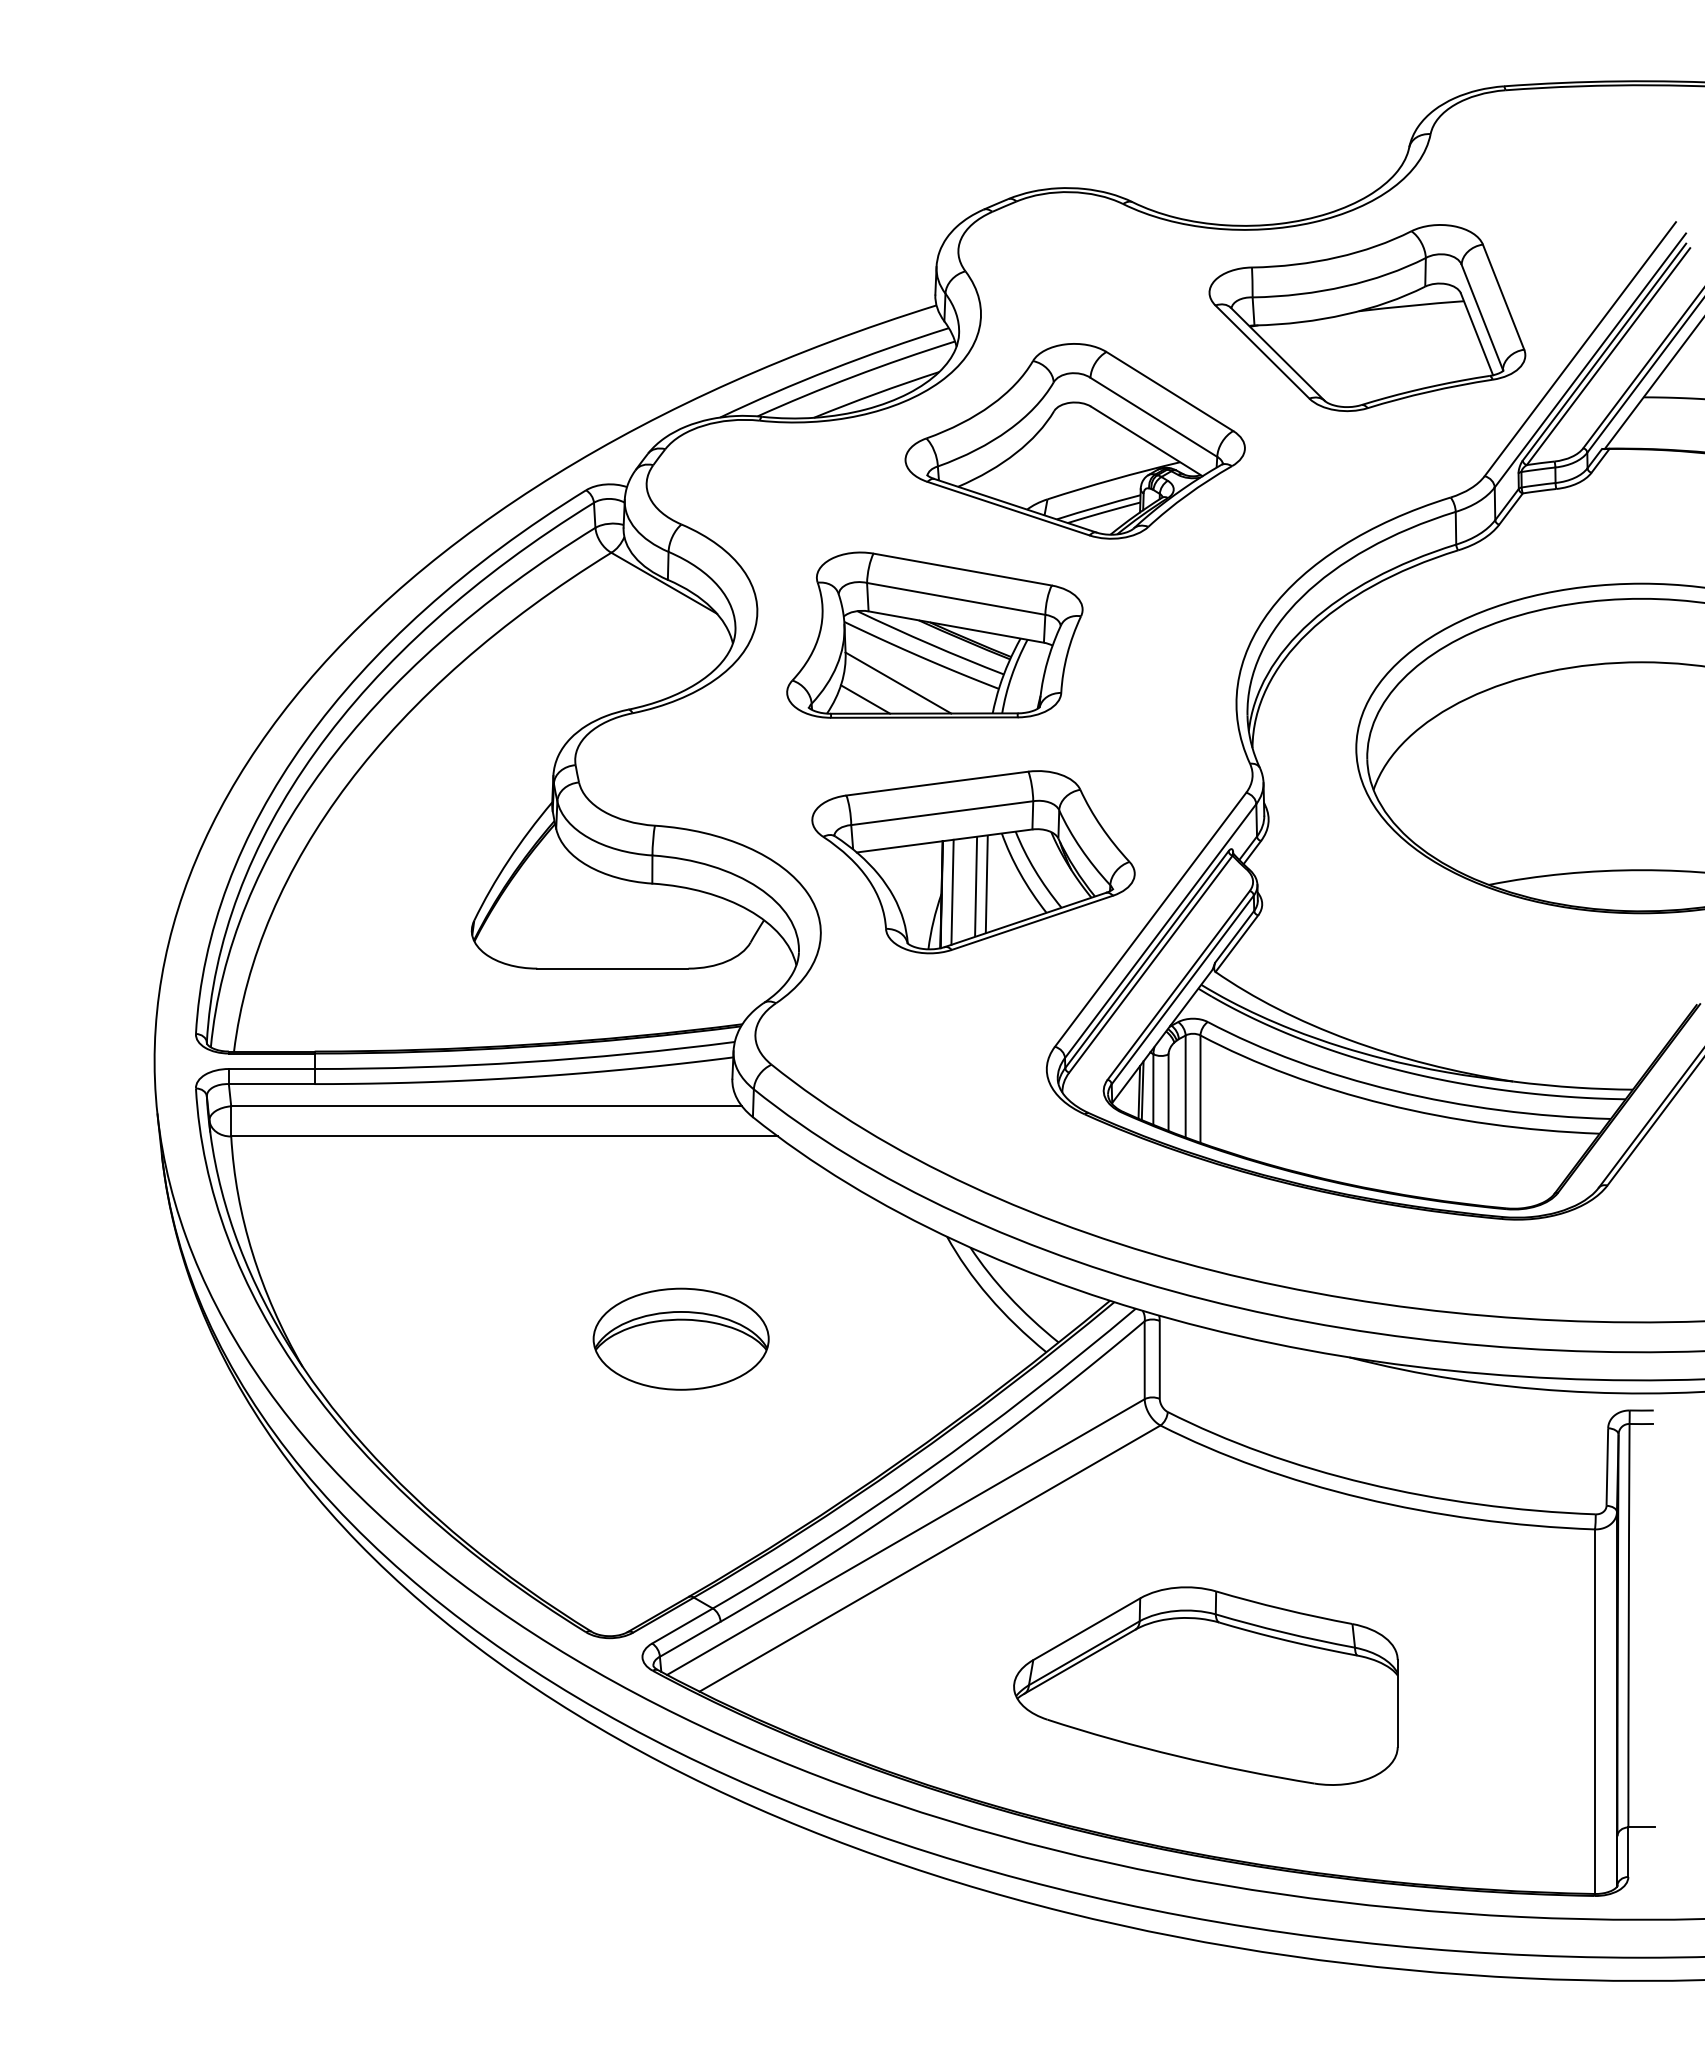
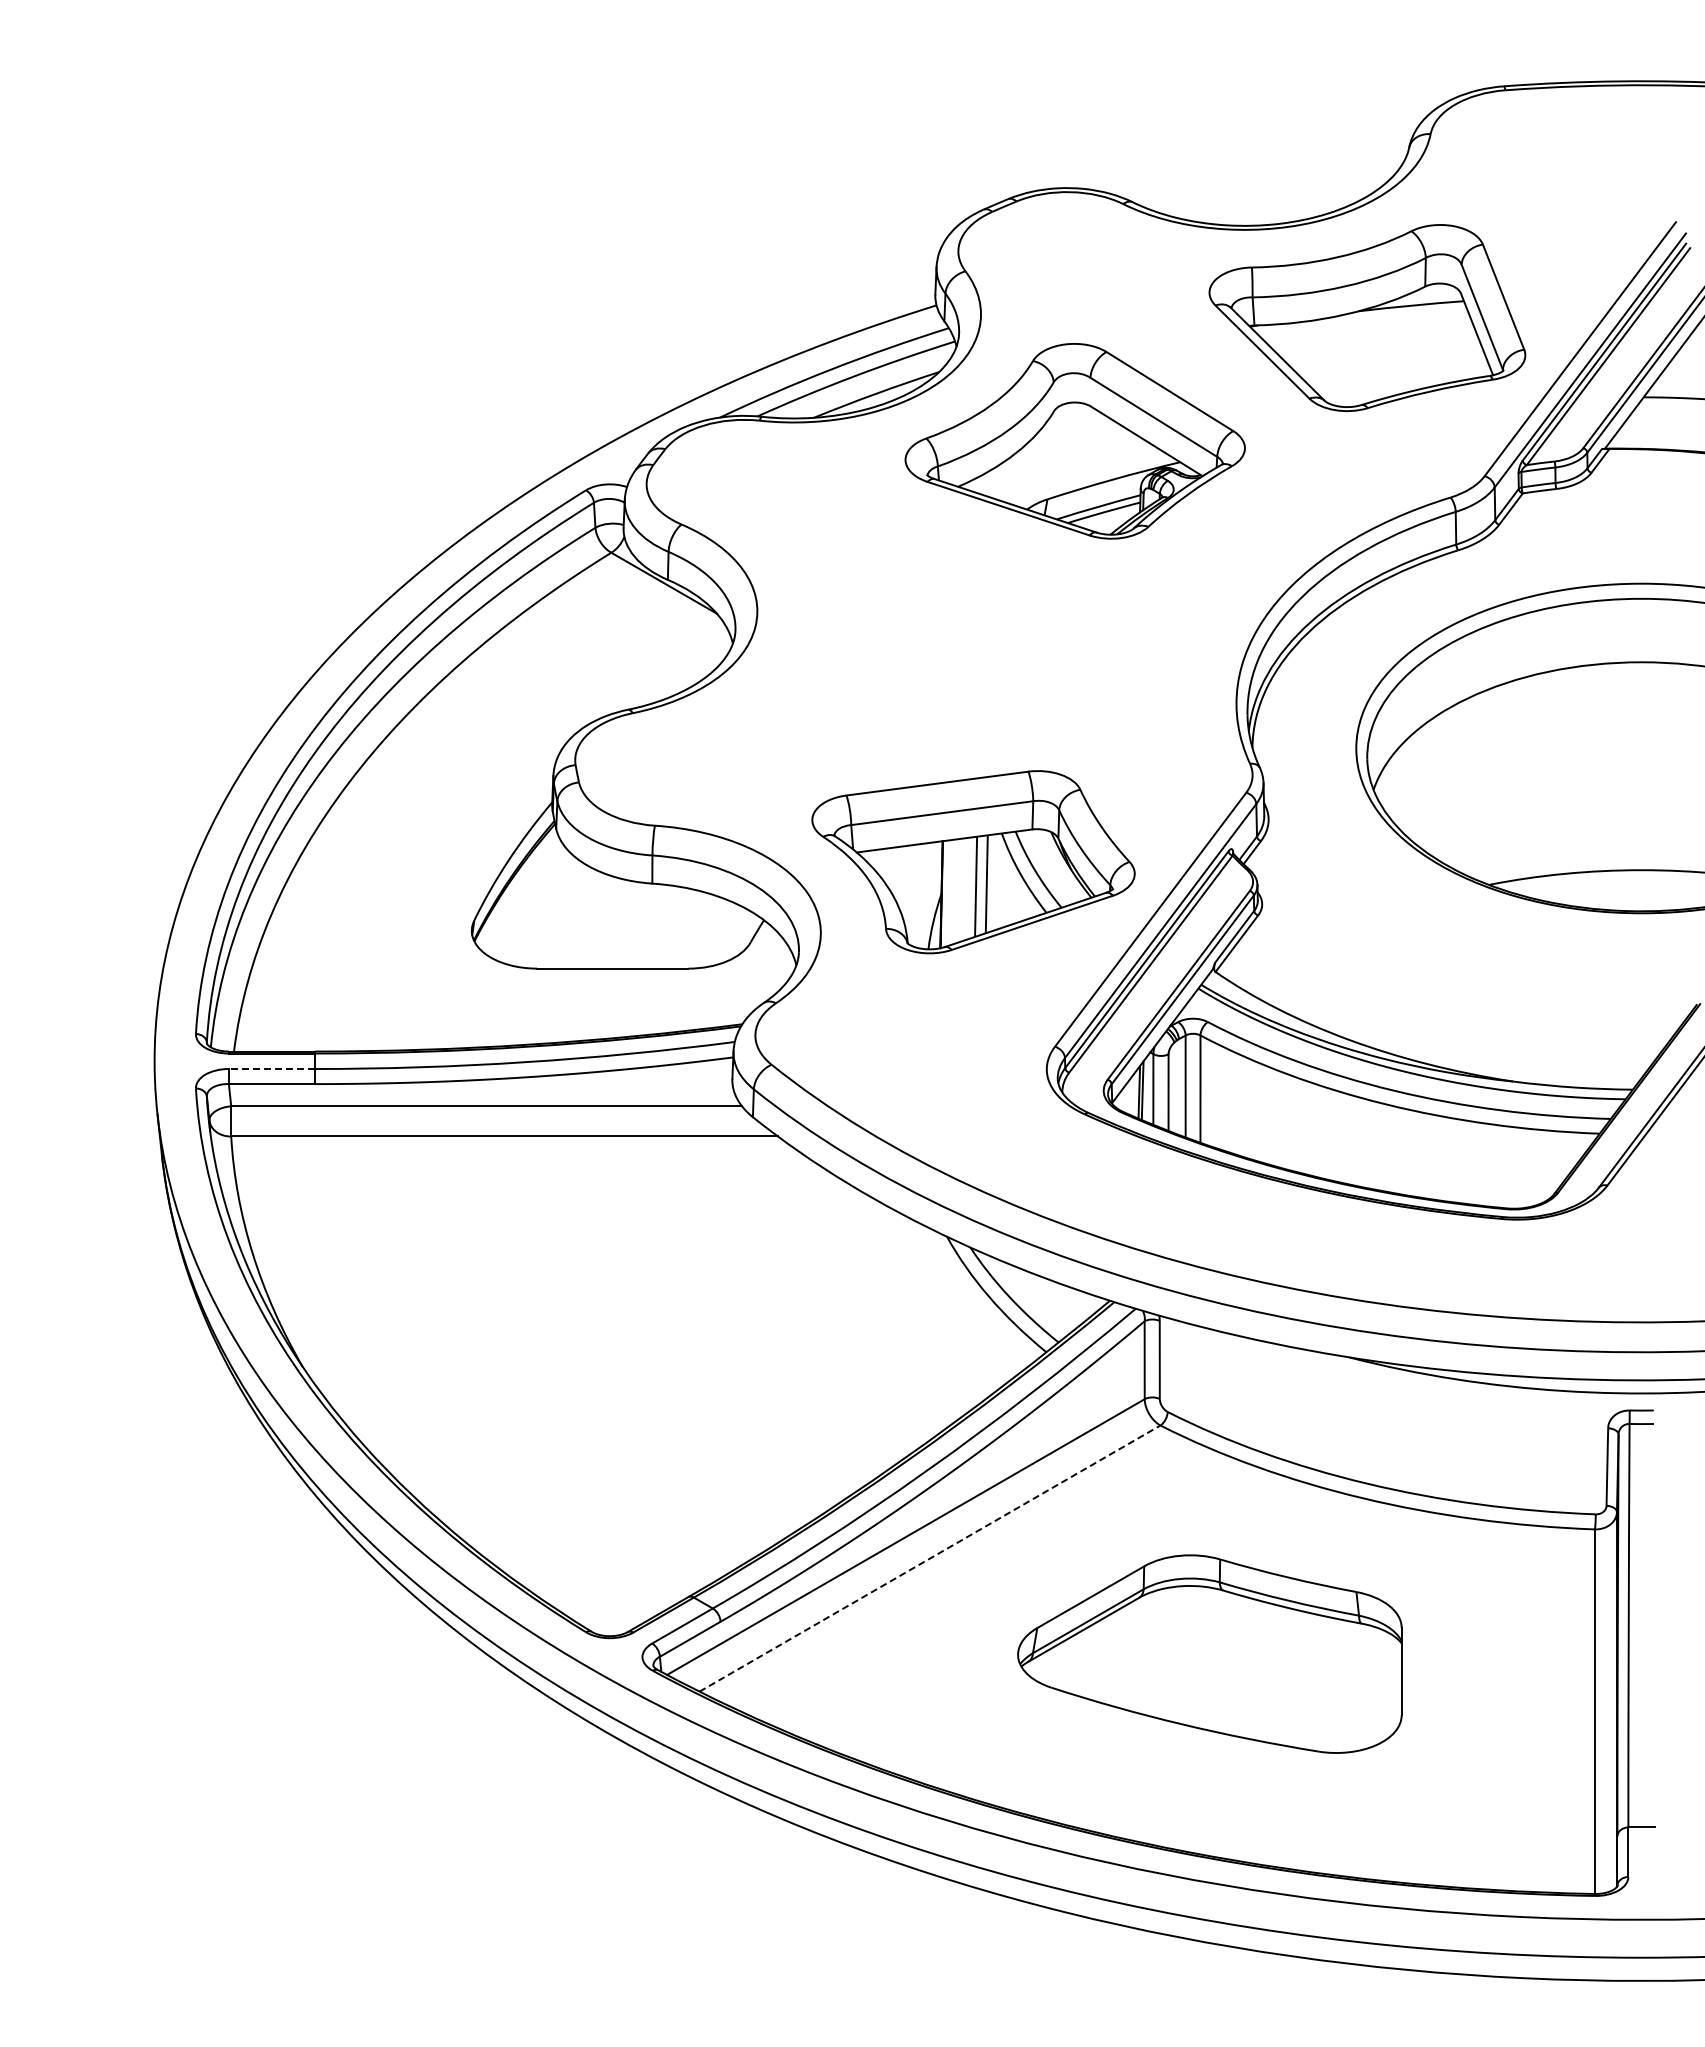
part at (934, 634): present -> none
line at (952, 891): present -> none
line at (271, 1069): solid -> dashed
part at (680, 1338): present -> none
line at (930, 1558): solid -> dashed
part at (1205, 1685) position: (1205, 1685) -> (1209, 1653)
